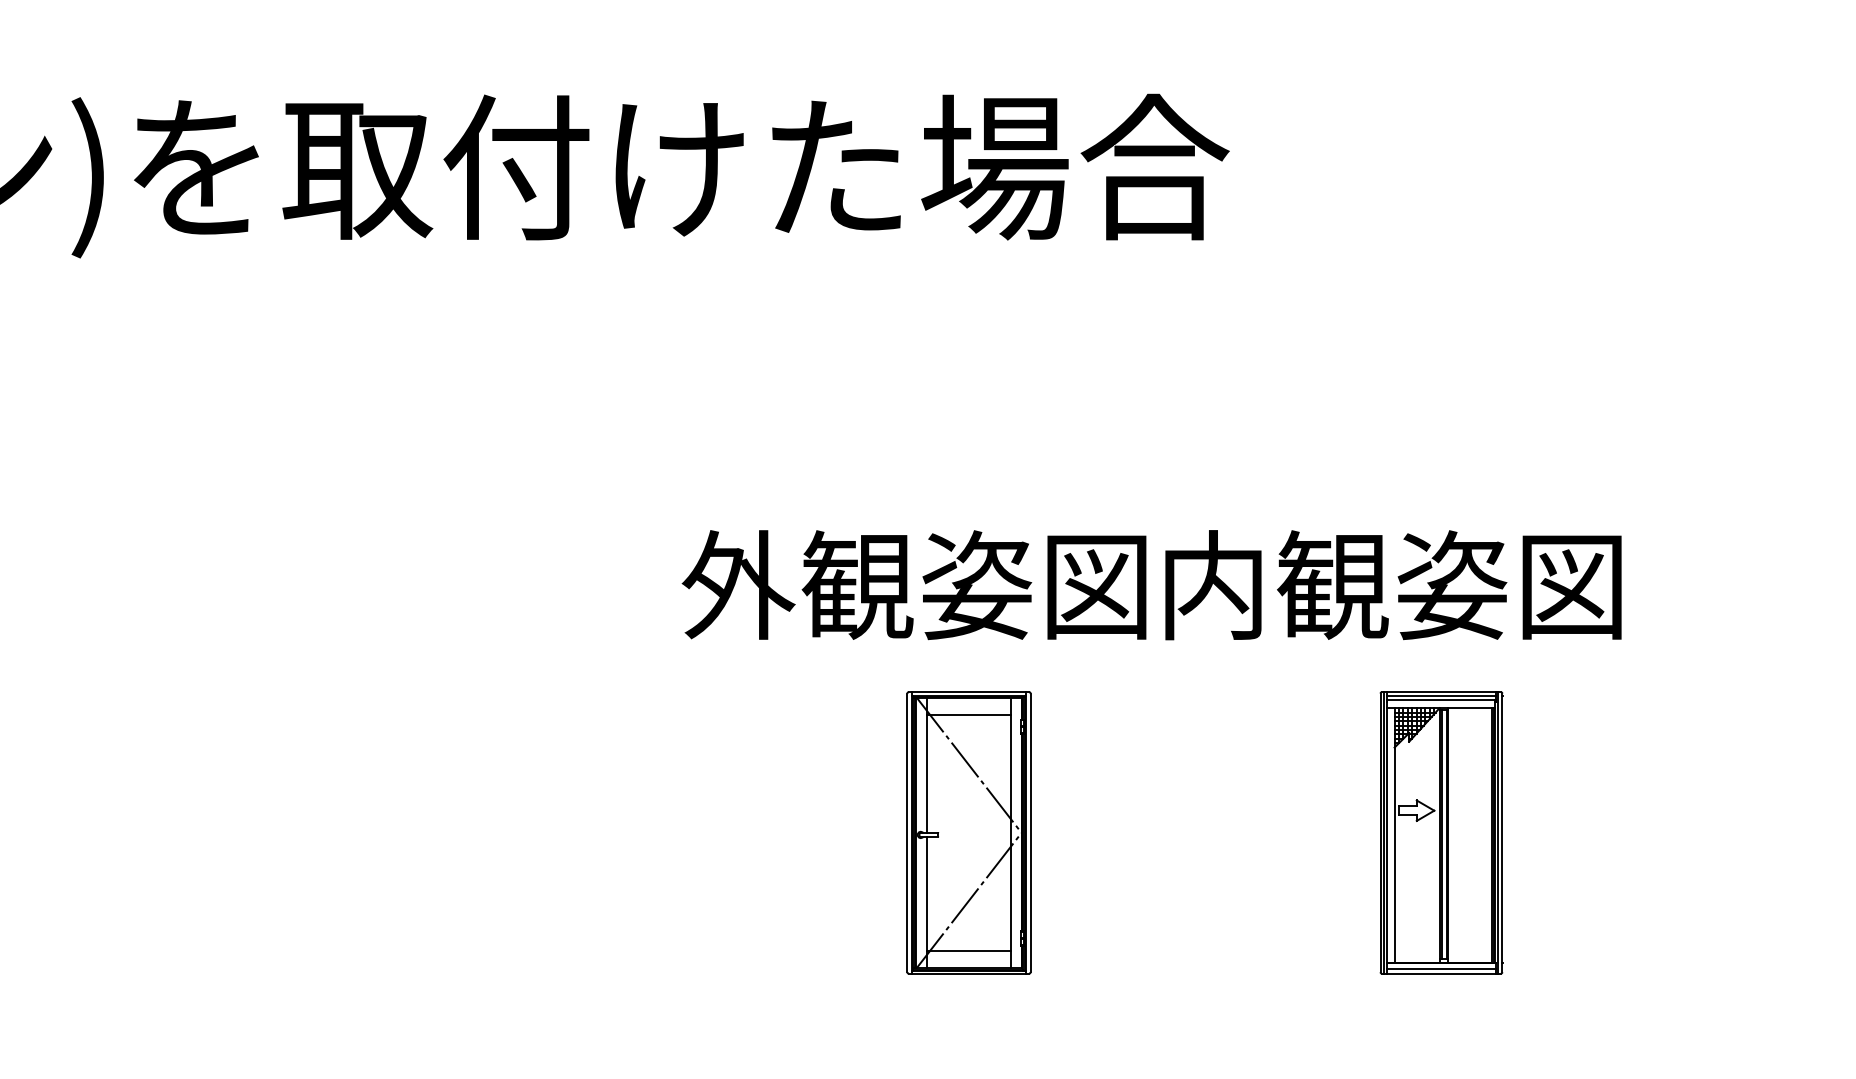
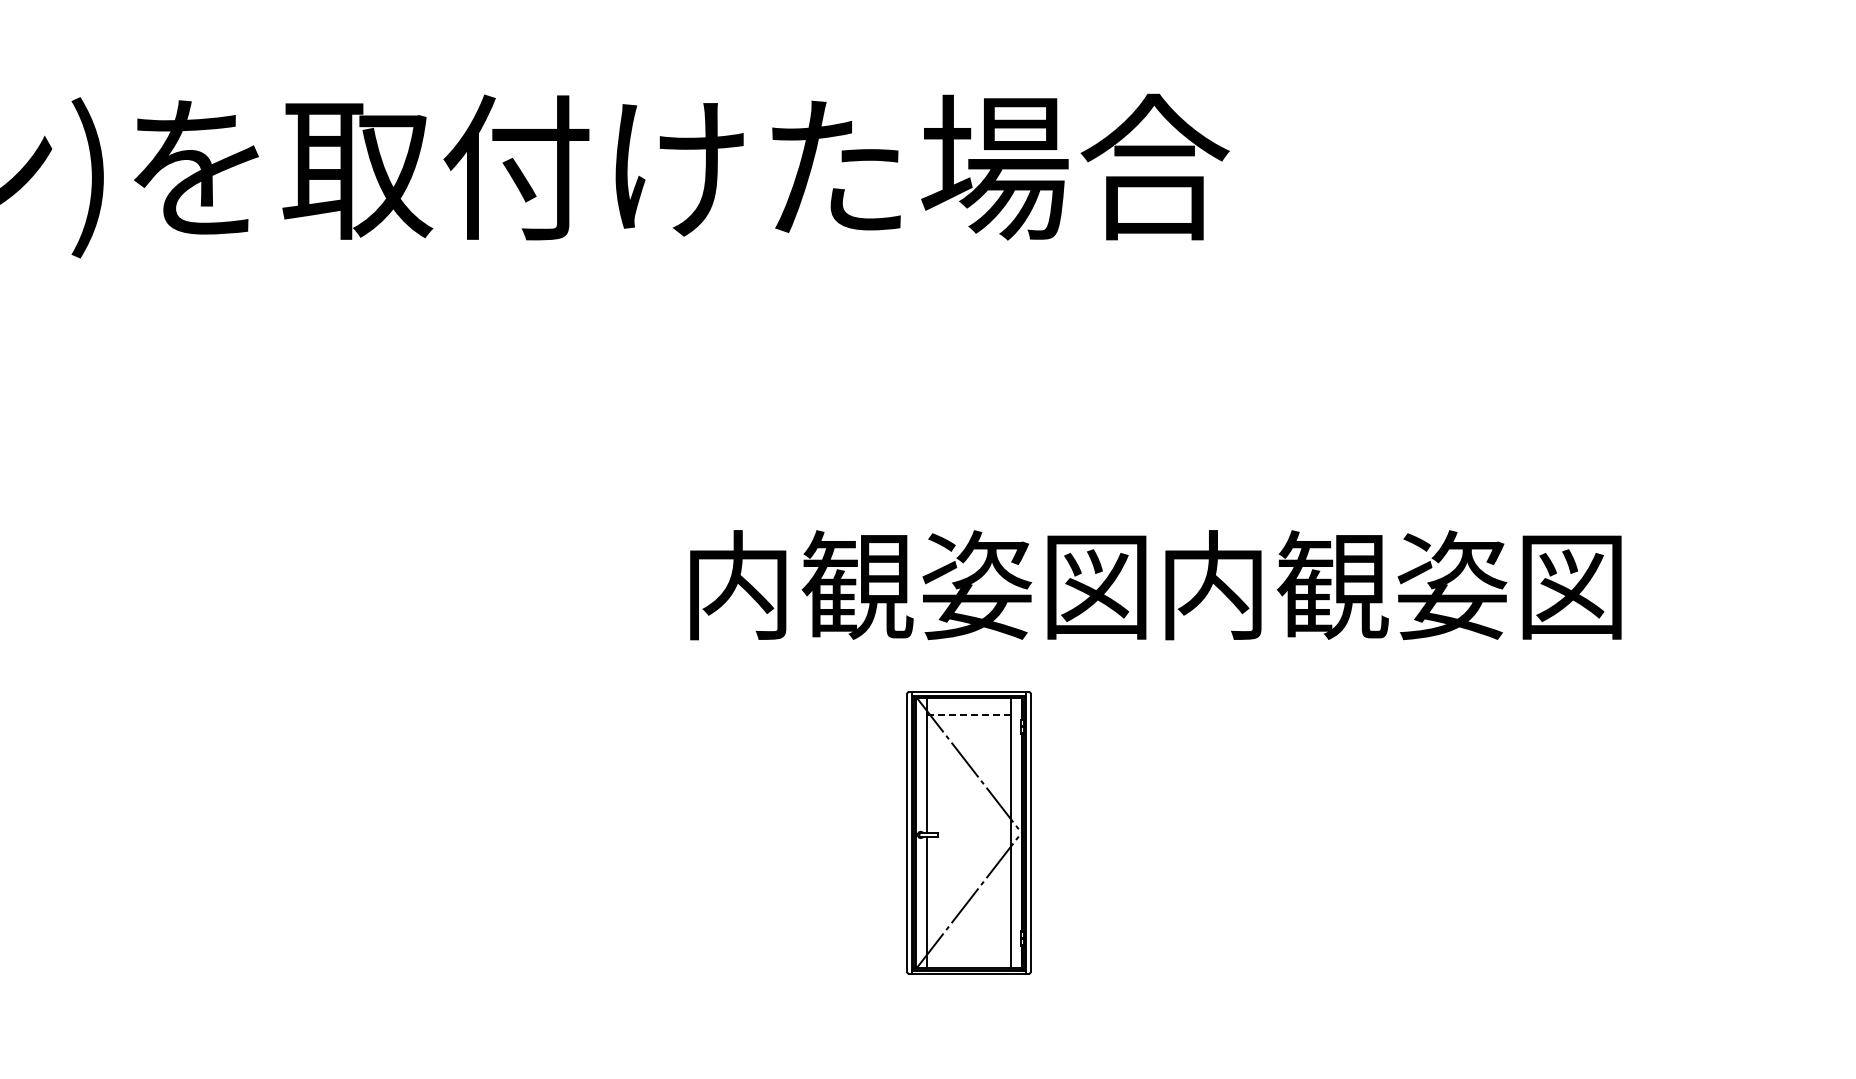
text at (738, 585): 外観姿図 -> 内観姿図
line at (969, 715): solid -> dashed
part at (1441, 832): present -> none
line at (969, 950): present -> none
